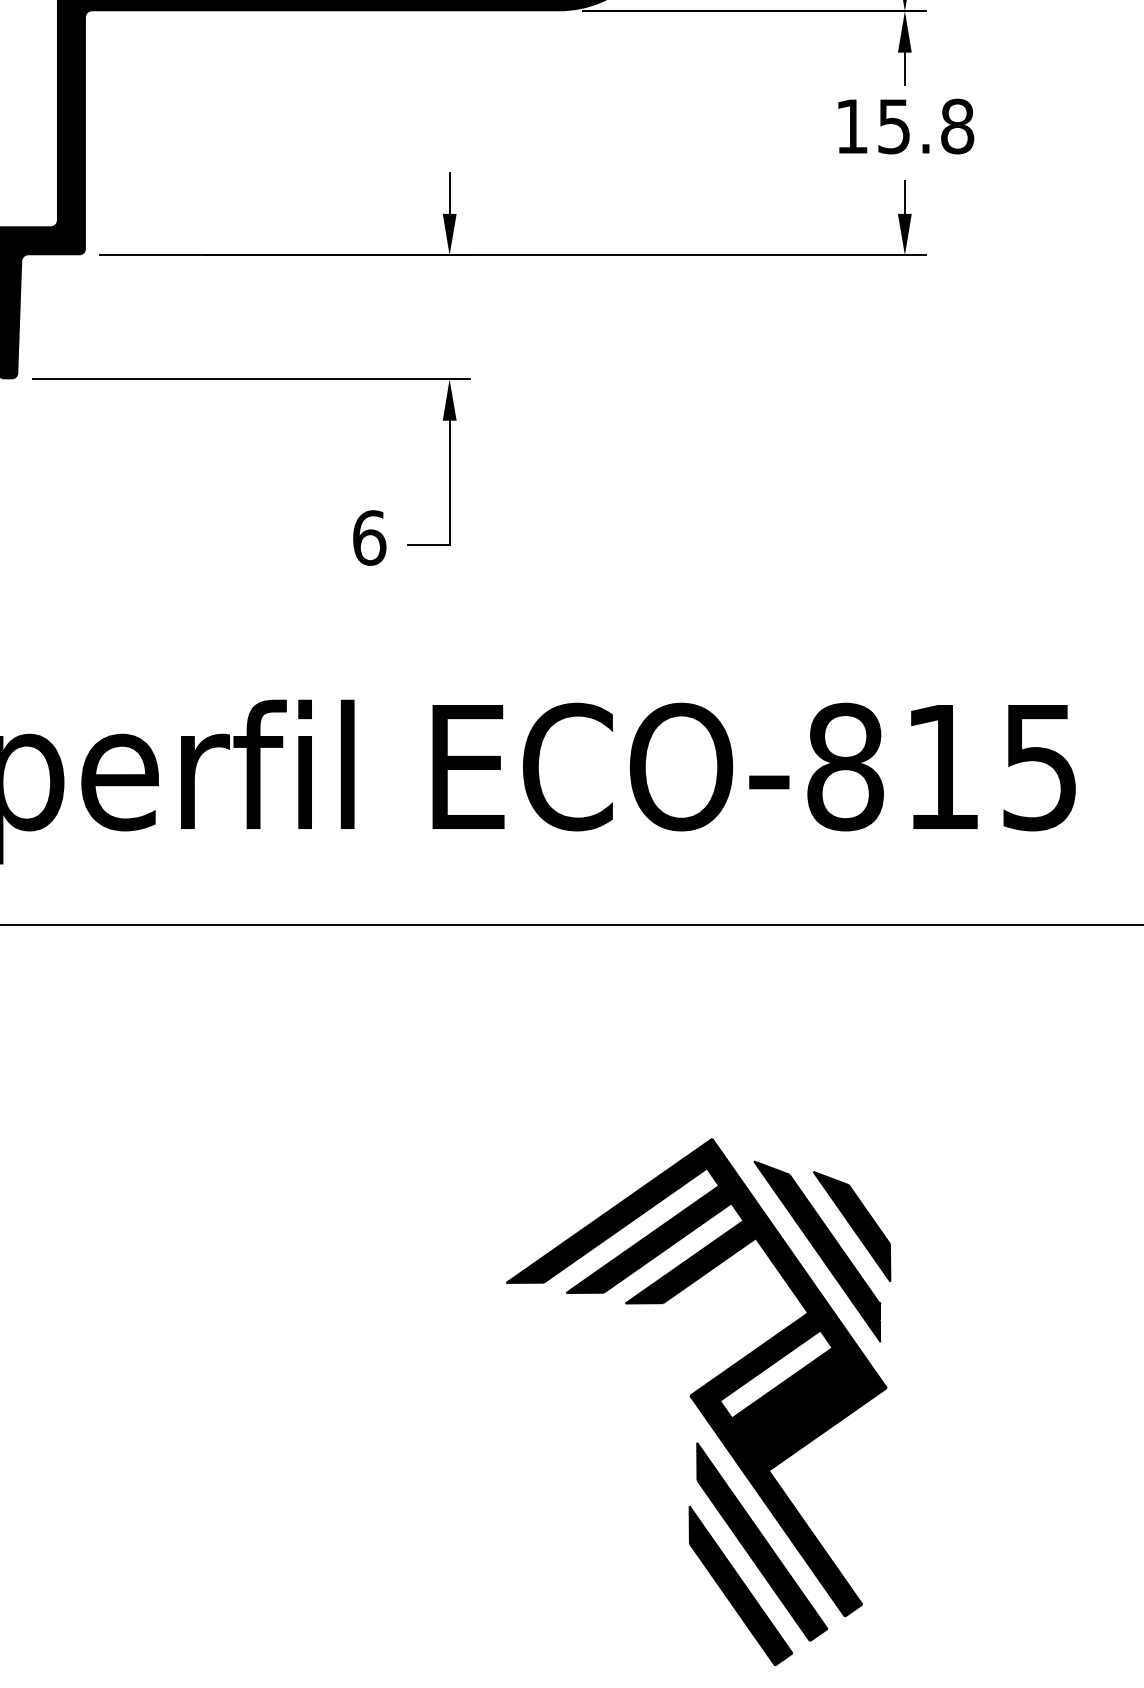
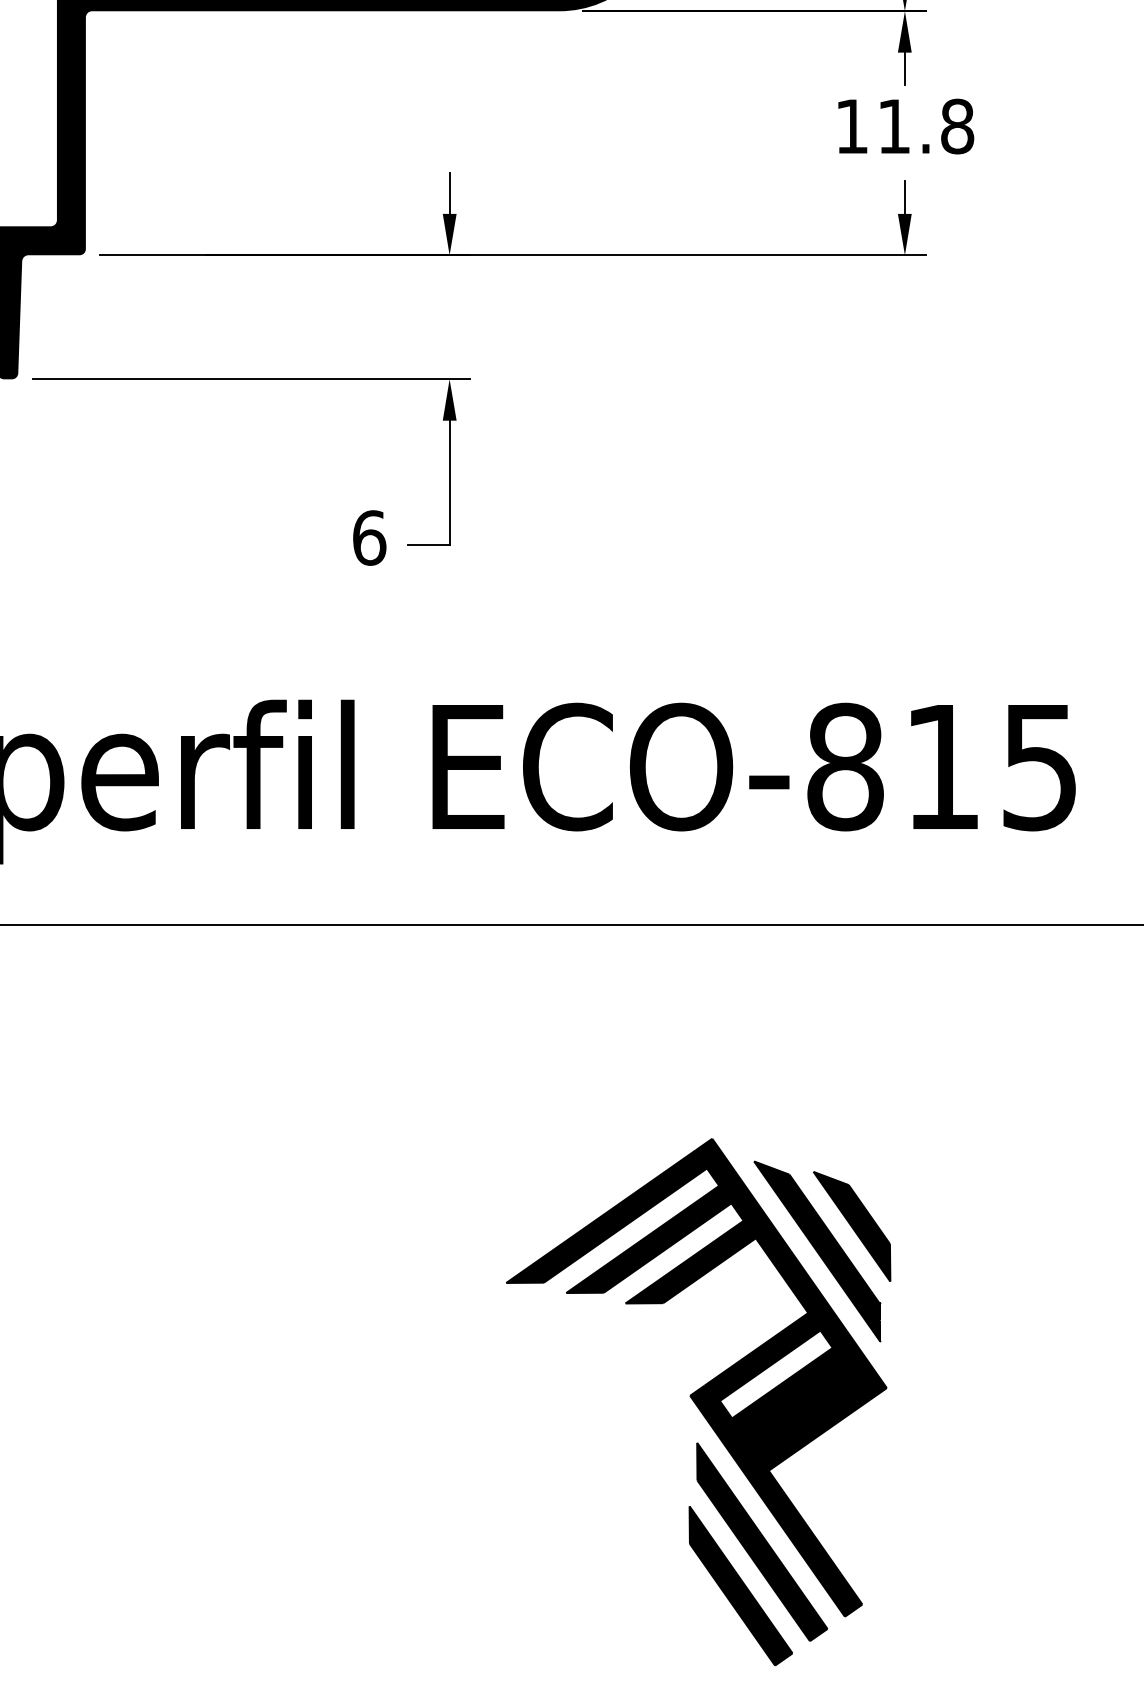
text at (893, 126): 15.8 -> 11.8
